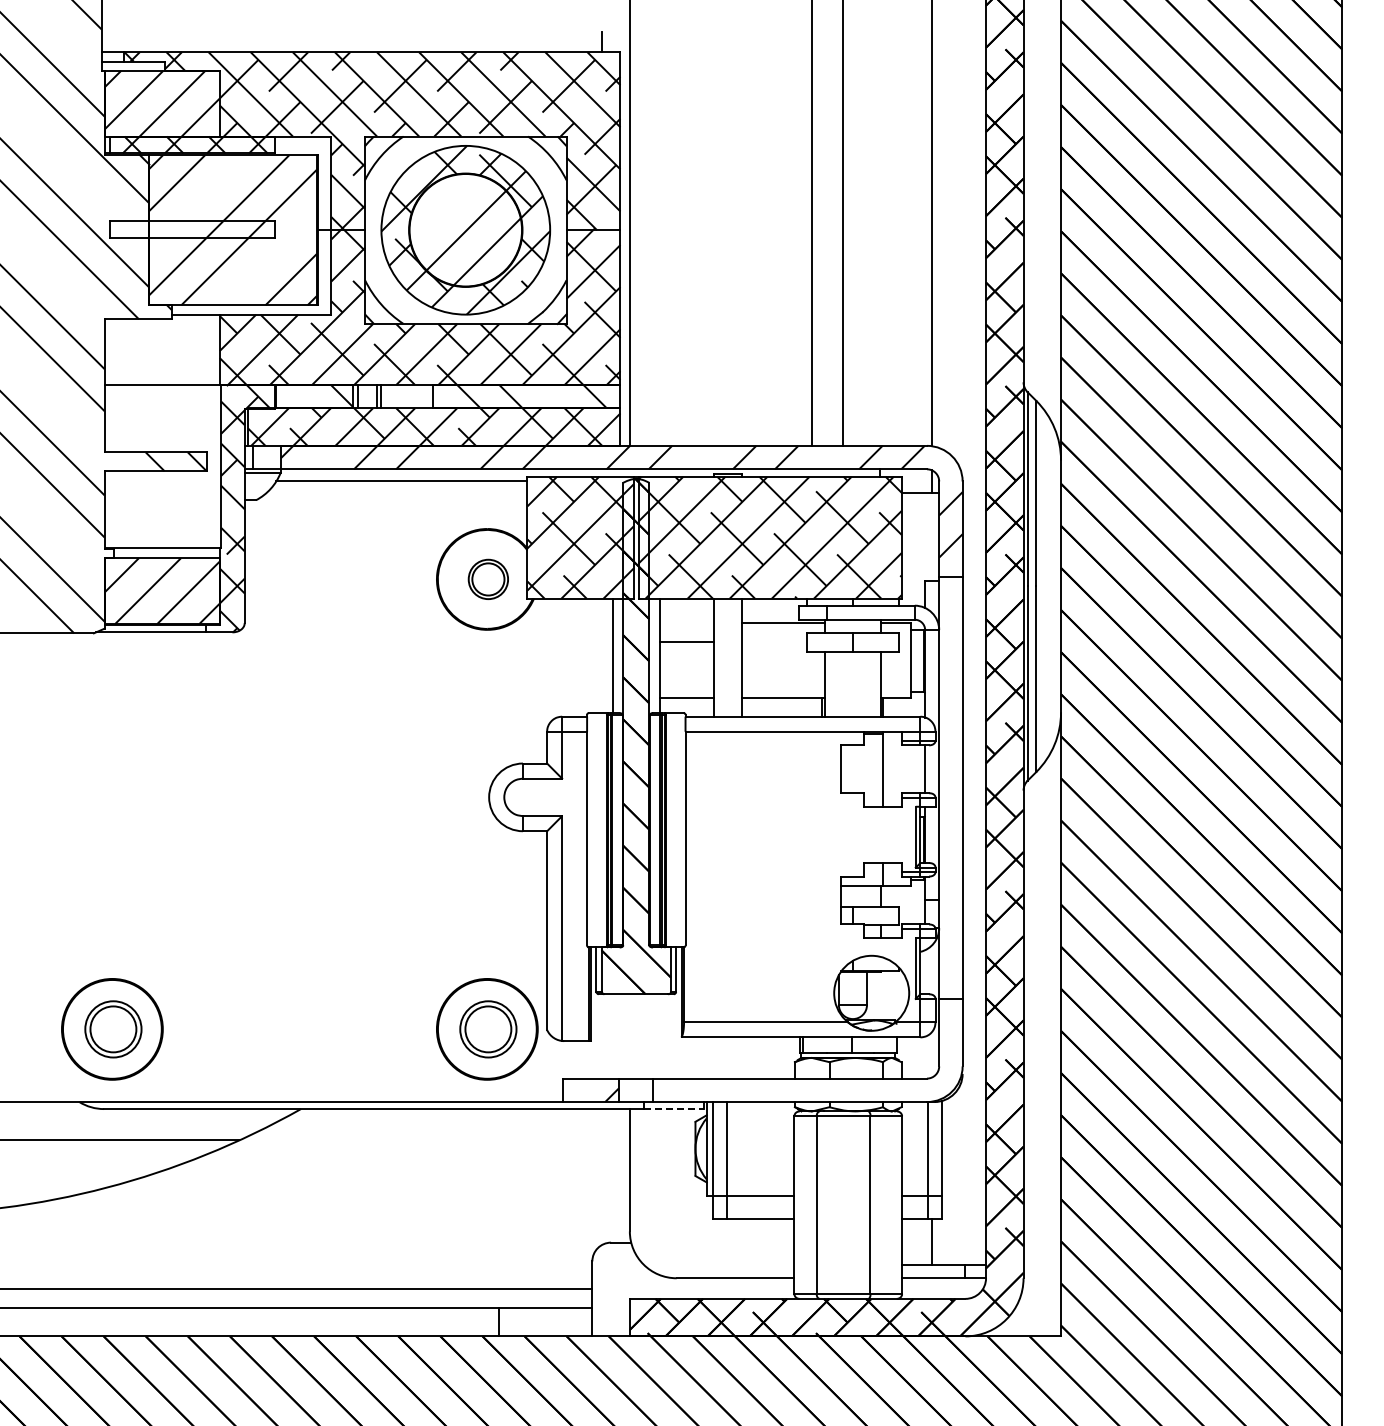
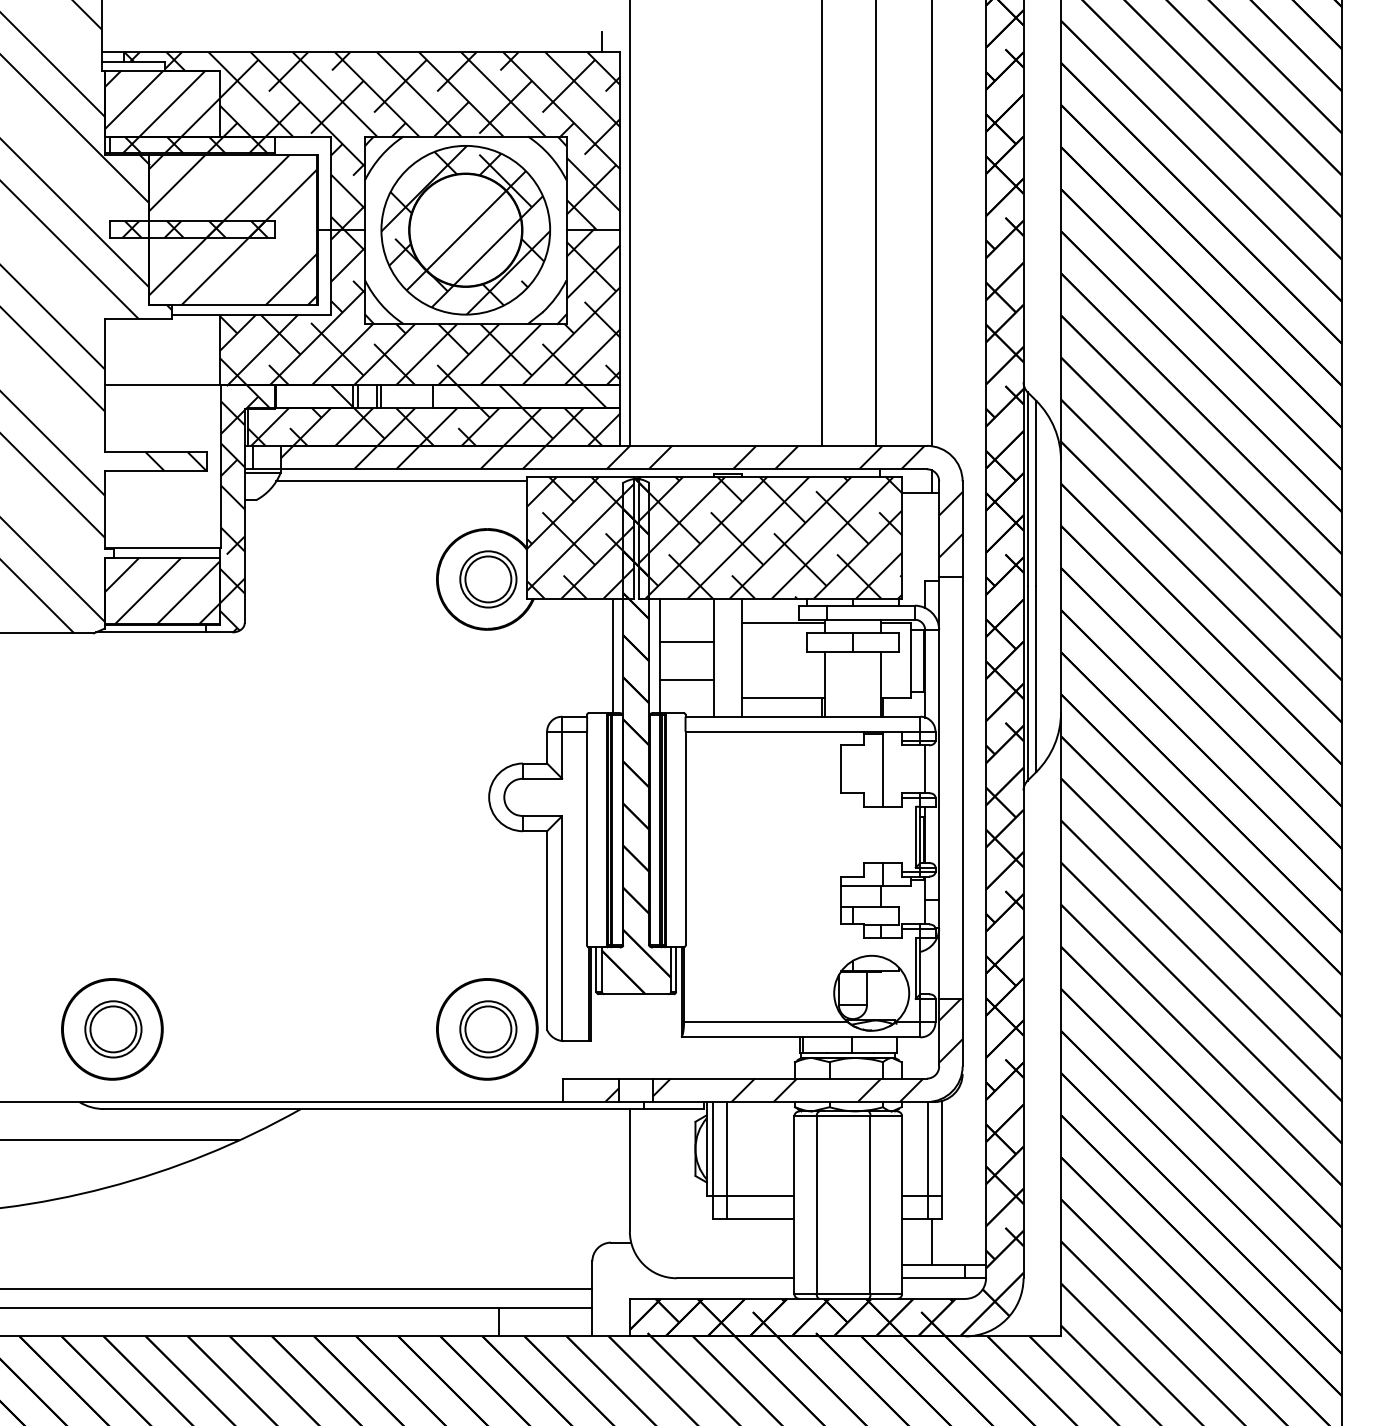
line at (812, 223) position: (812, 223) -> (822, 223)
line at (842, 223) position: (842, 223) -> (875, 223)
hatch at (194, 228): none -> present
part at (487, 578) size: 42x42 px -> 59x59 px
line at (686, 697) position: (686, 697) -> (686, 679)
hatch at (807, 1050): none -> present
line at (674, 1109): dashed -> solid
